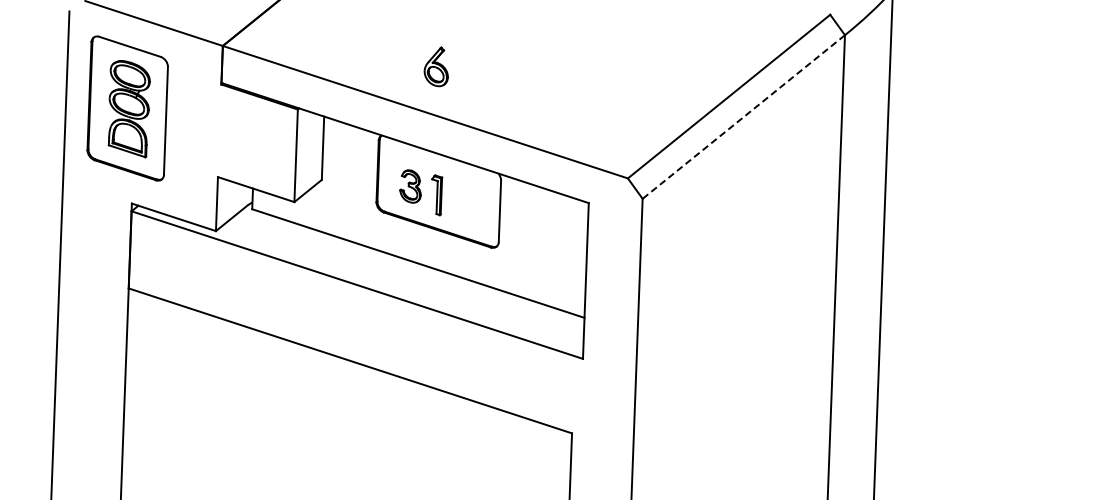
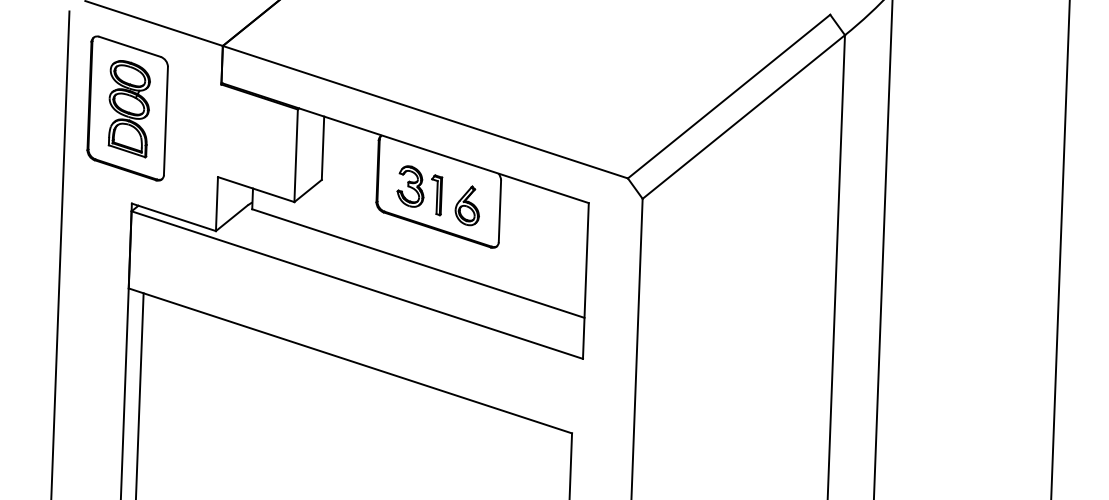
part at (435, 66) position: (435, 66) -> (466, 205)
line at (743, 117): dashed -> solid
part at (410, 186) size: 23x35 px -> 29x43 px
line at (1060, 249): none -> present
line at (139, 394): none -> present
